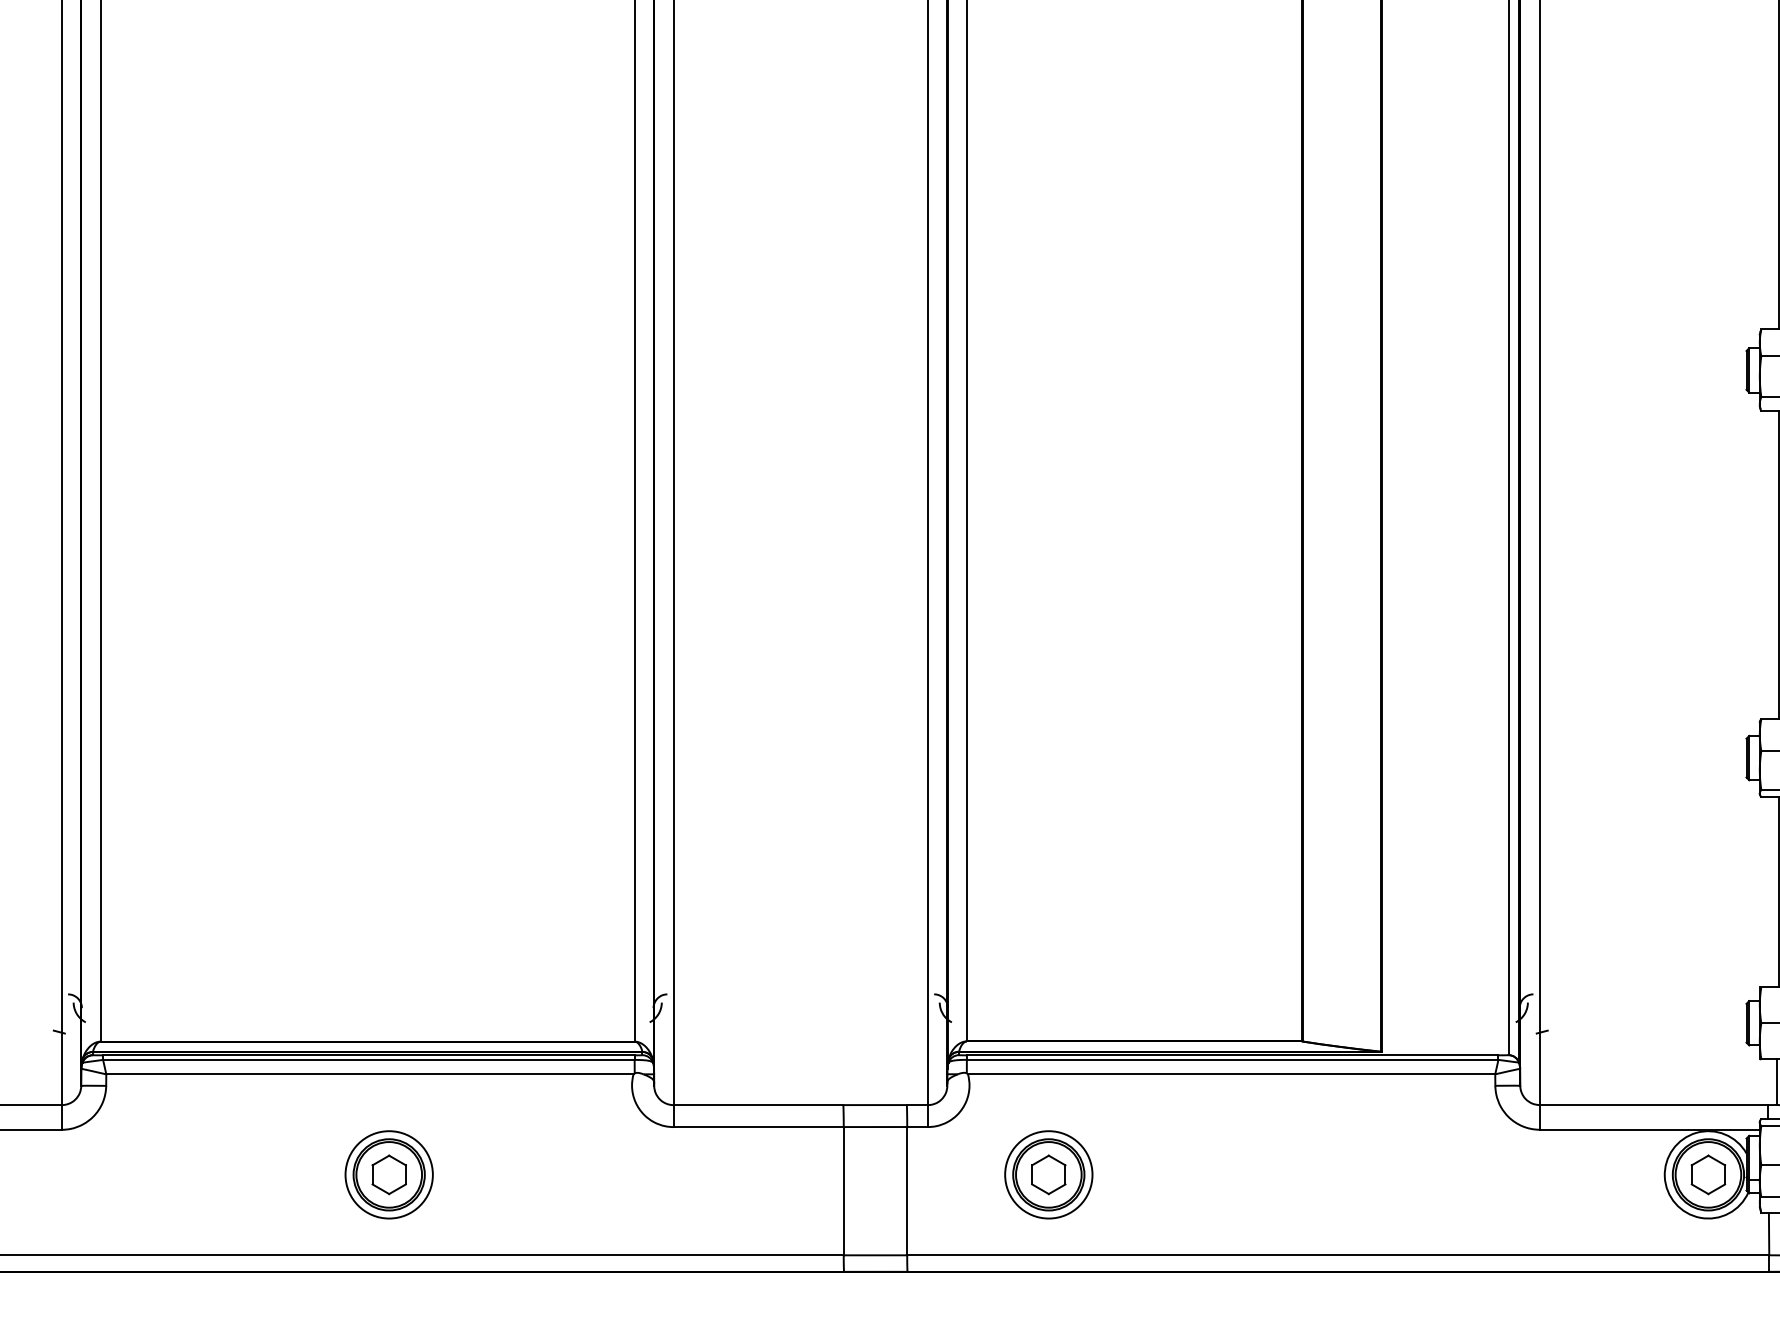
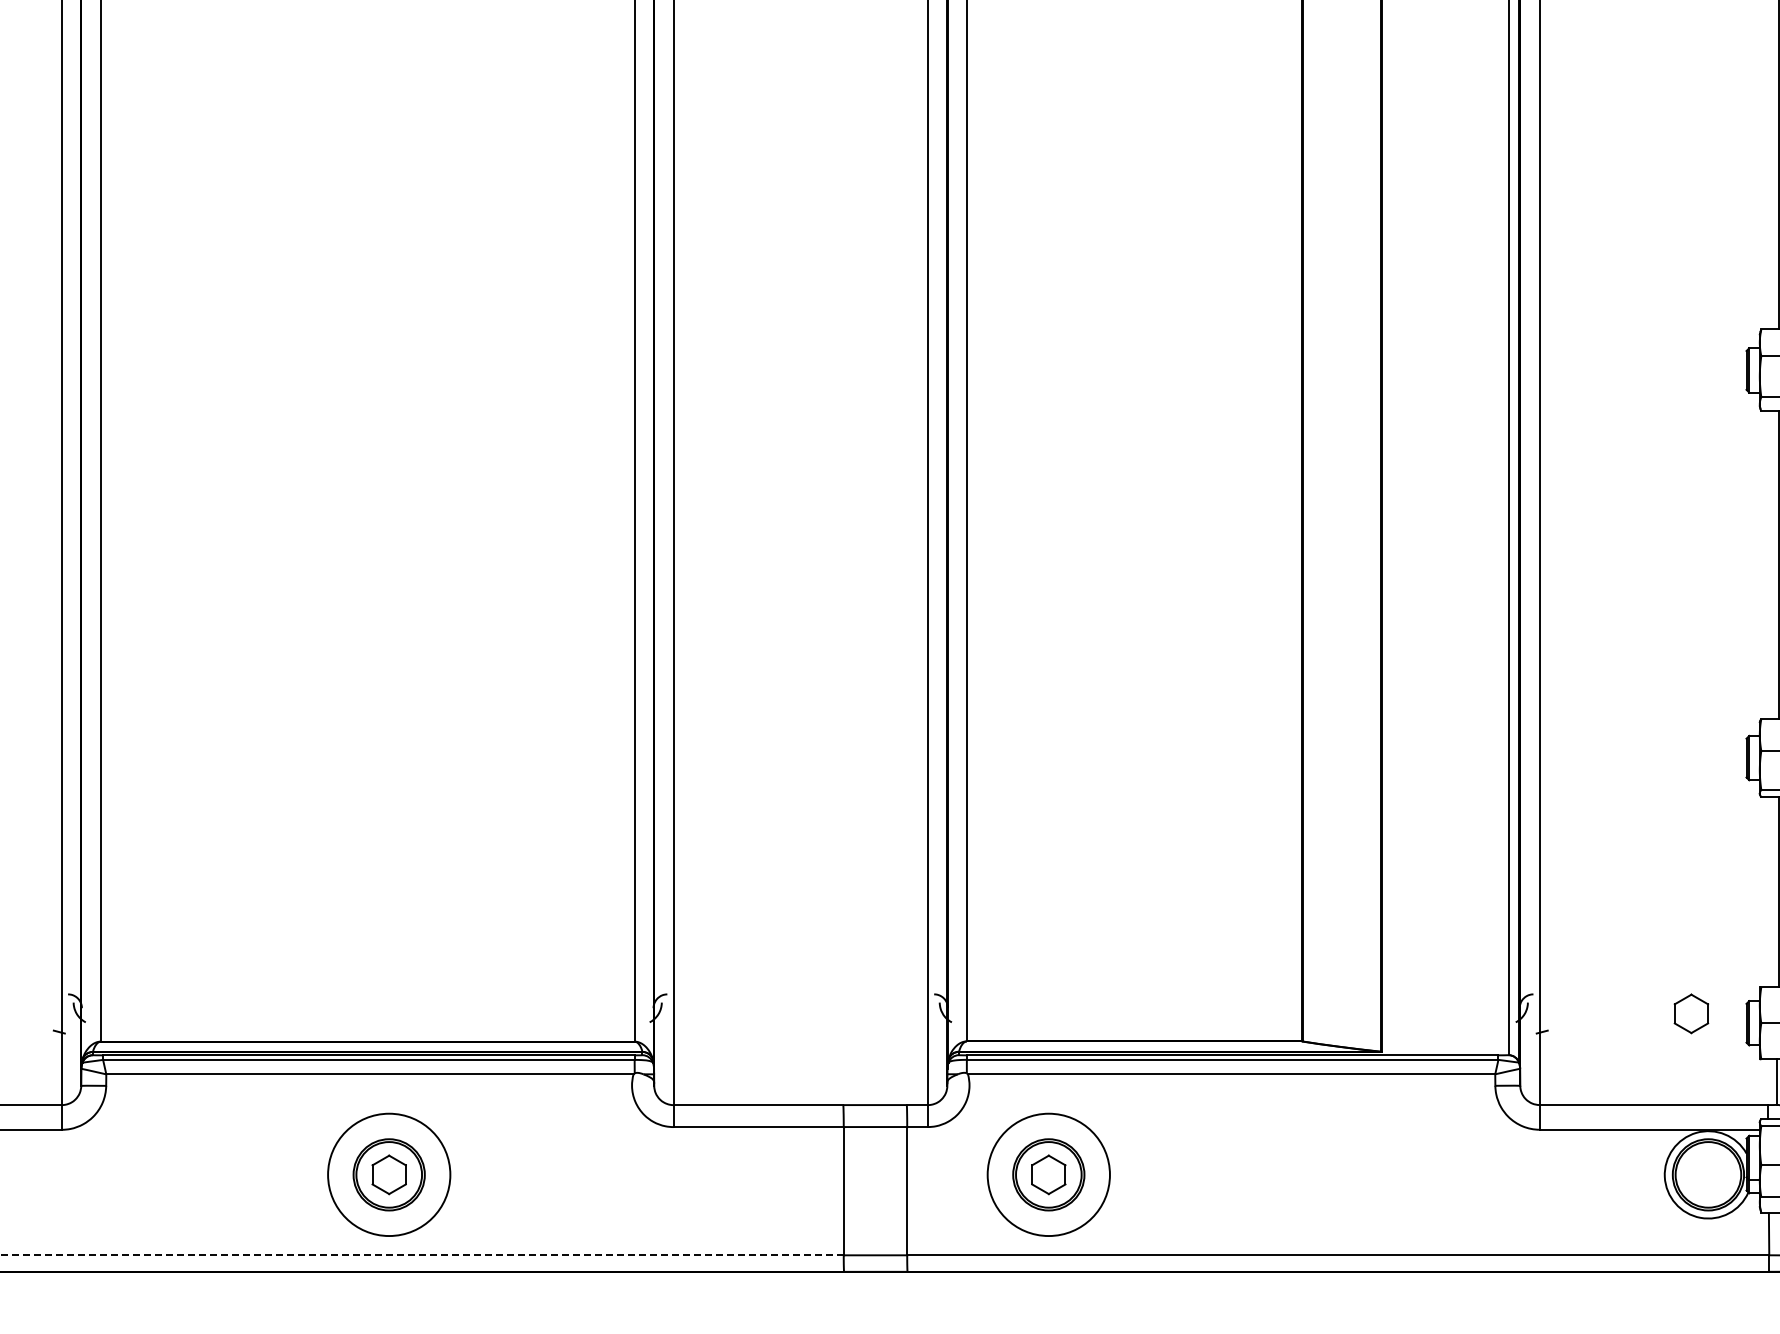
circle at (388, 1174) diameter: 87 px -> 122 px
circle at (1048, 1174) diameter: 87 px -> 122 px
part at (1708, 1174) position: (1708, 1174) -> (1691, 1013)
line at (421, 1255): solid -> dashed
